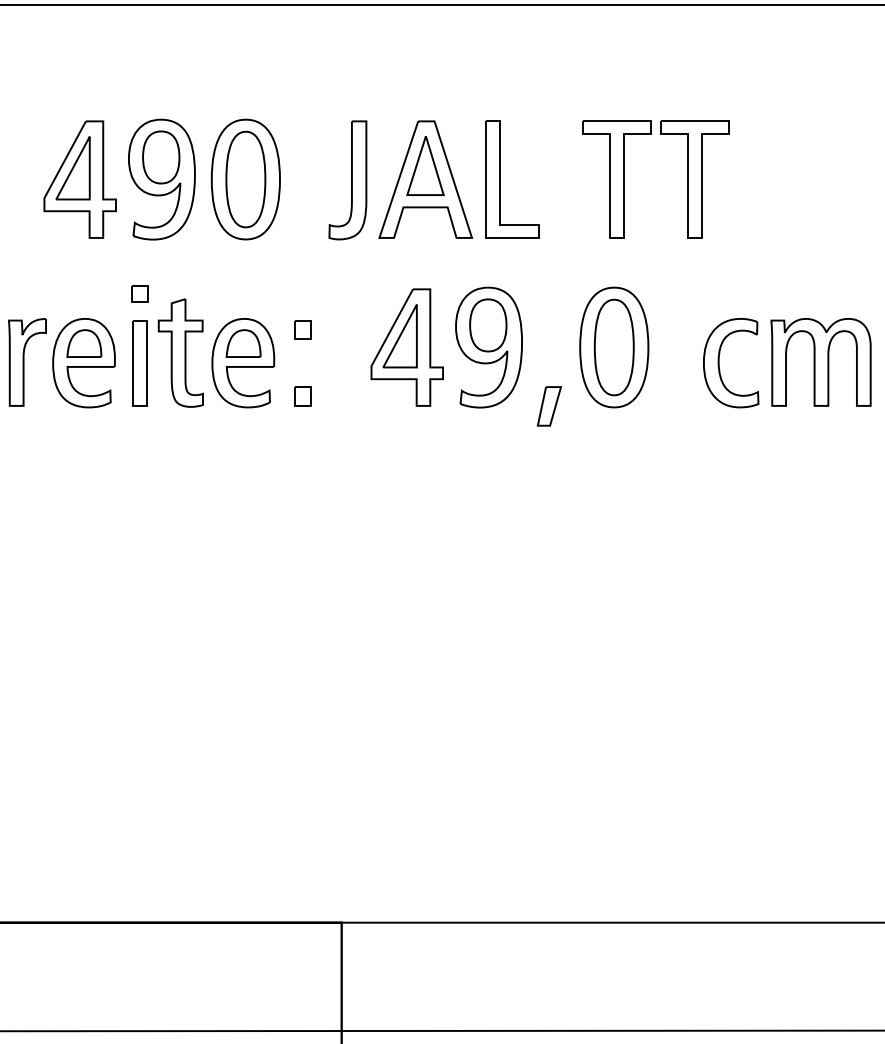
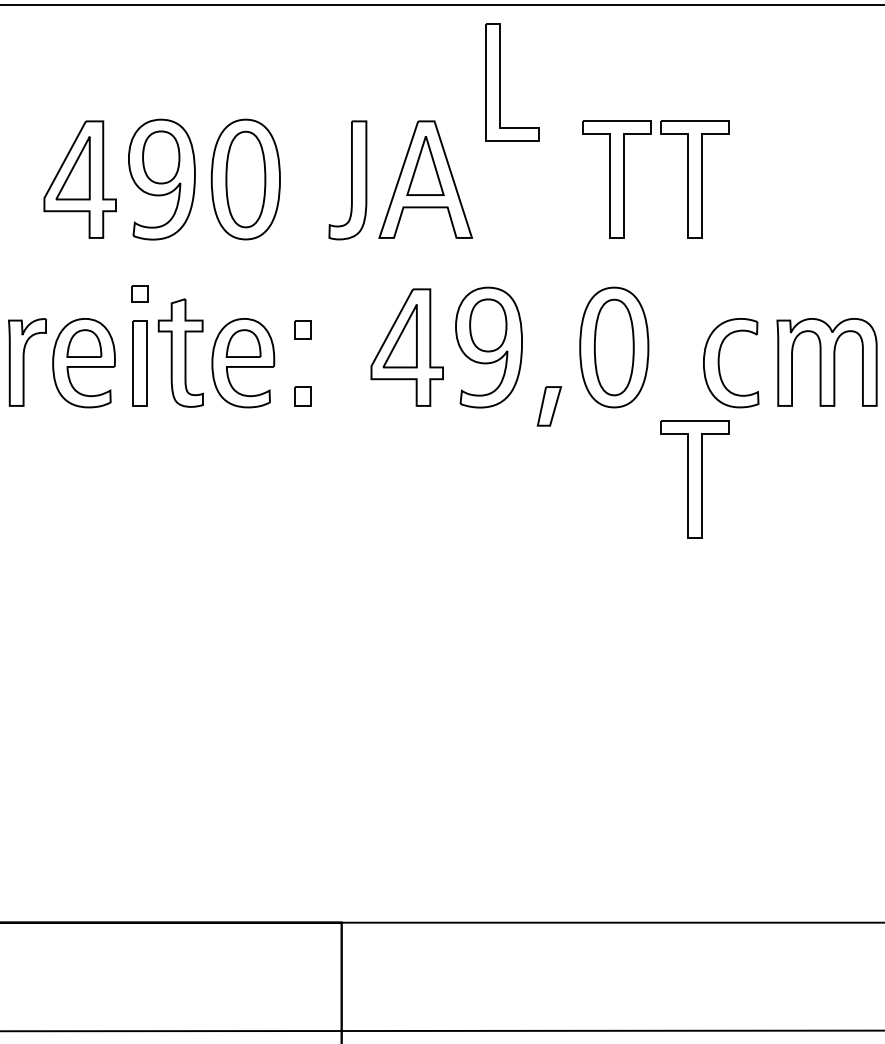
part at (500, 179) position: (500, 179) -> (500, 82)
part at (820, 362) position: (820, 362) -> (826, 362)
part at (694, 479): none -> present
